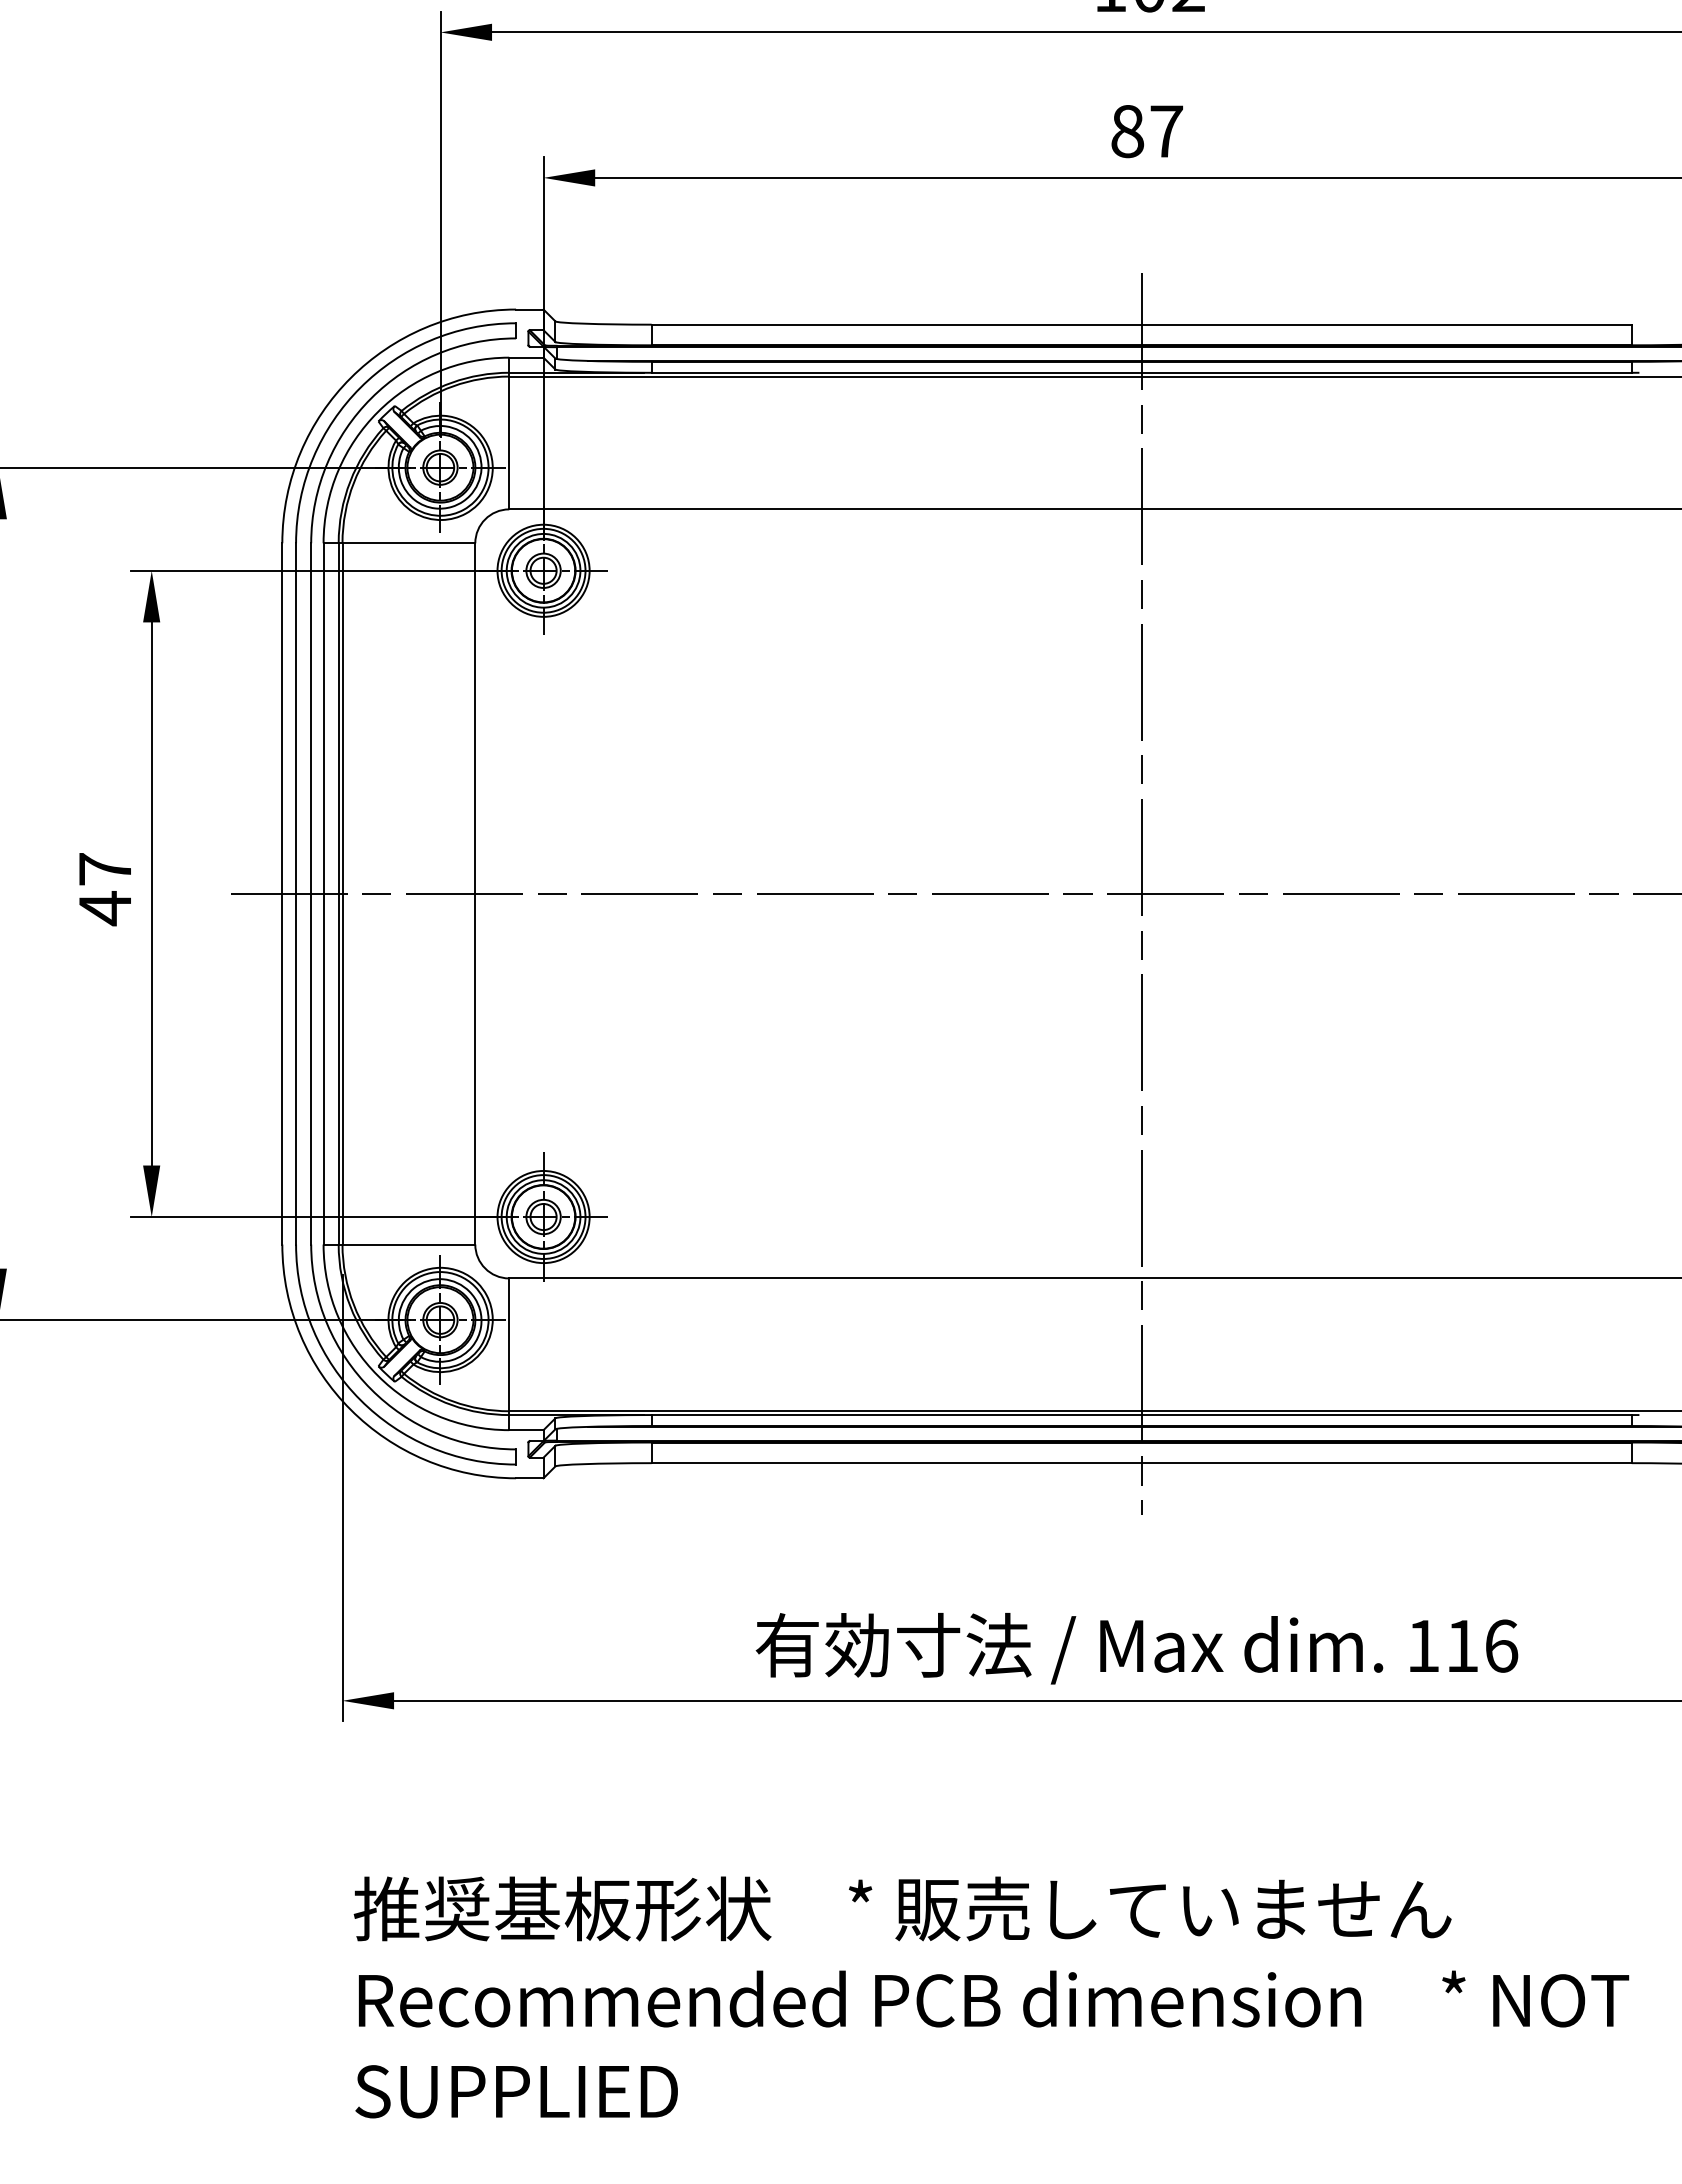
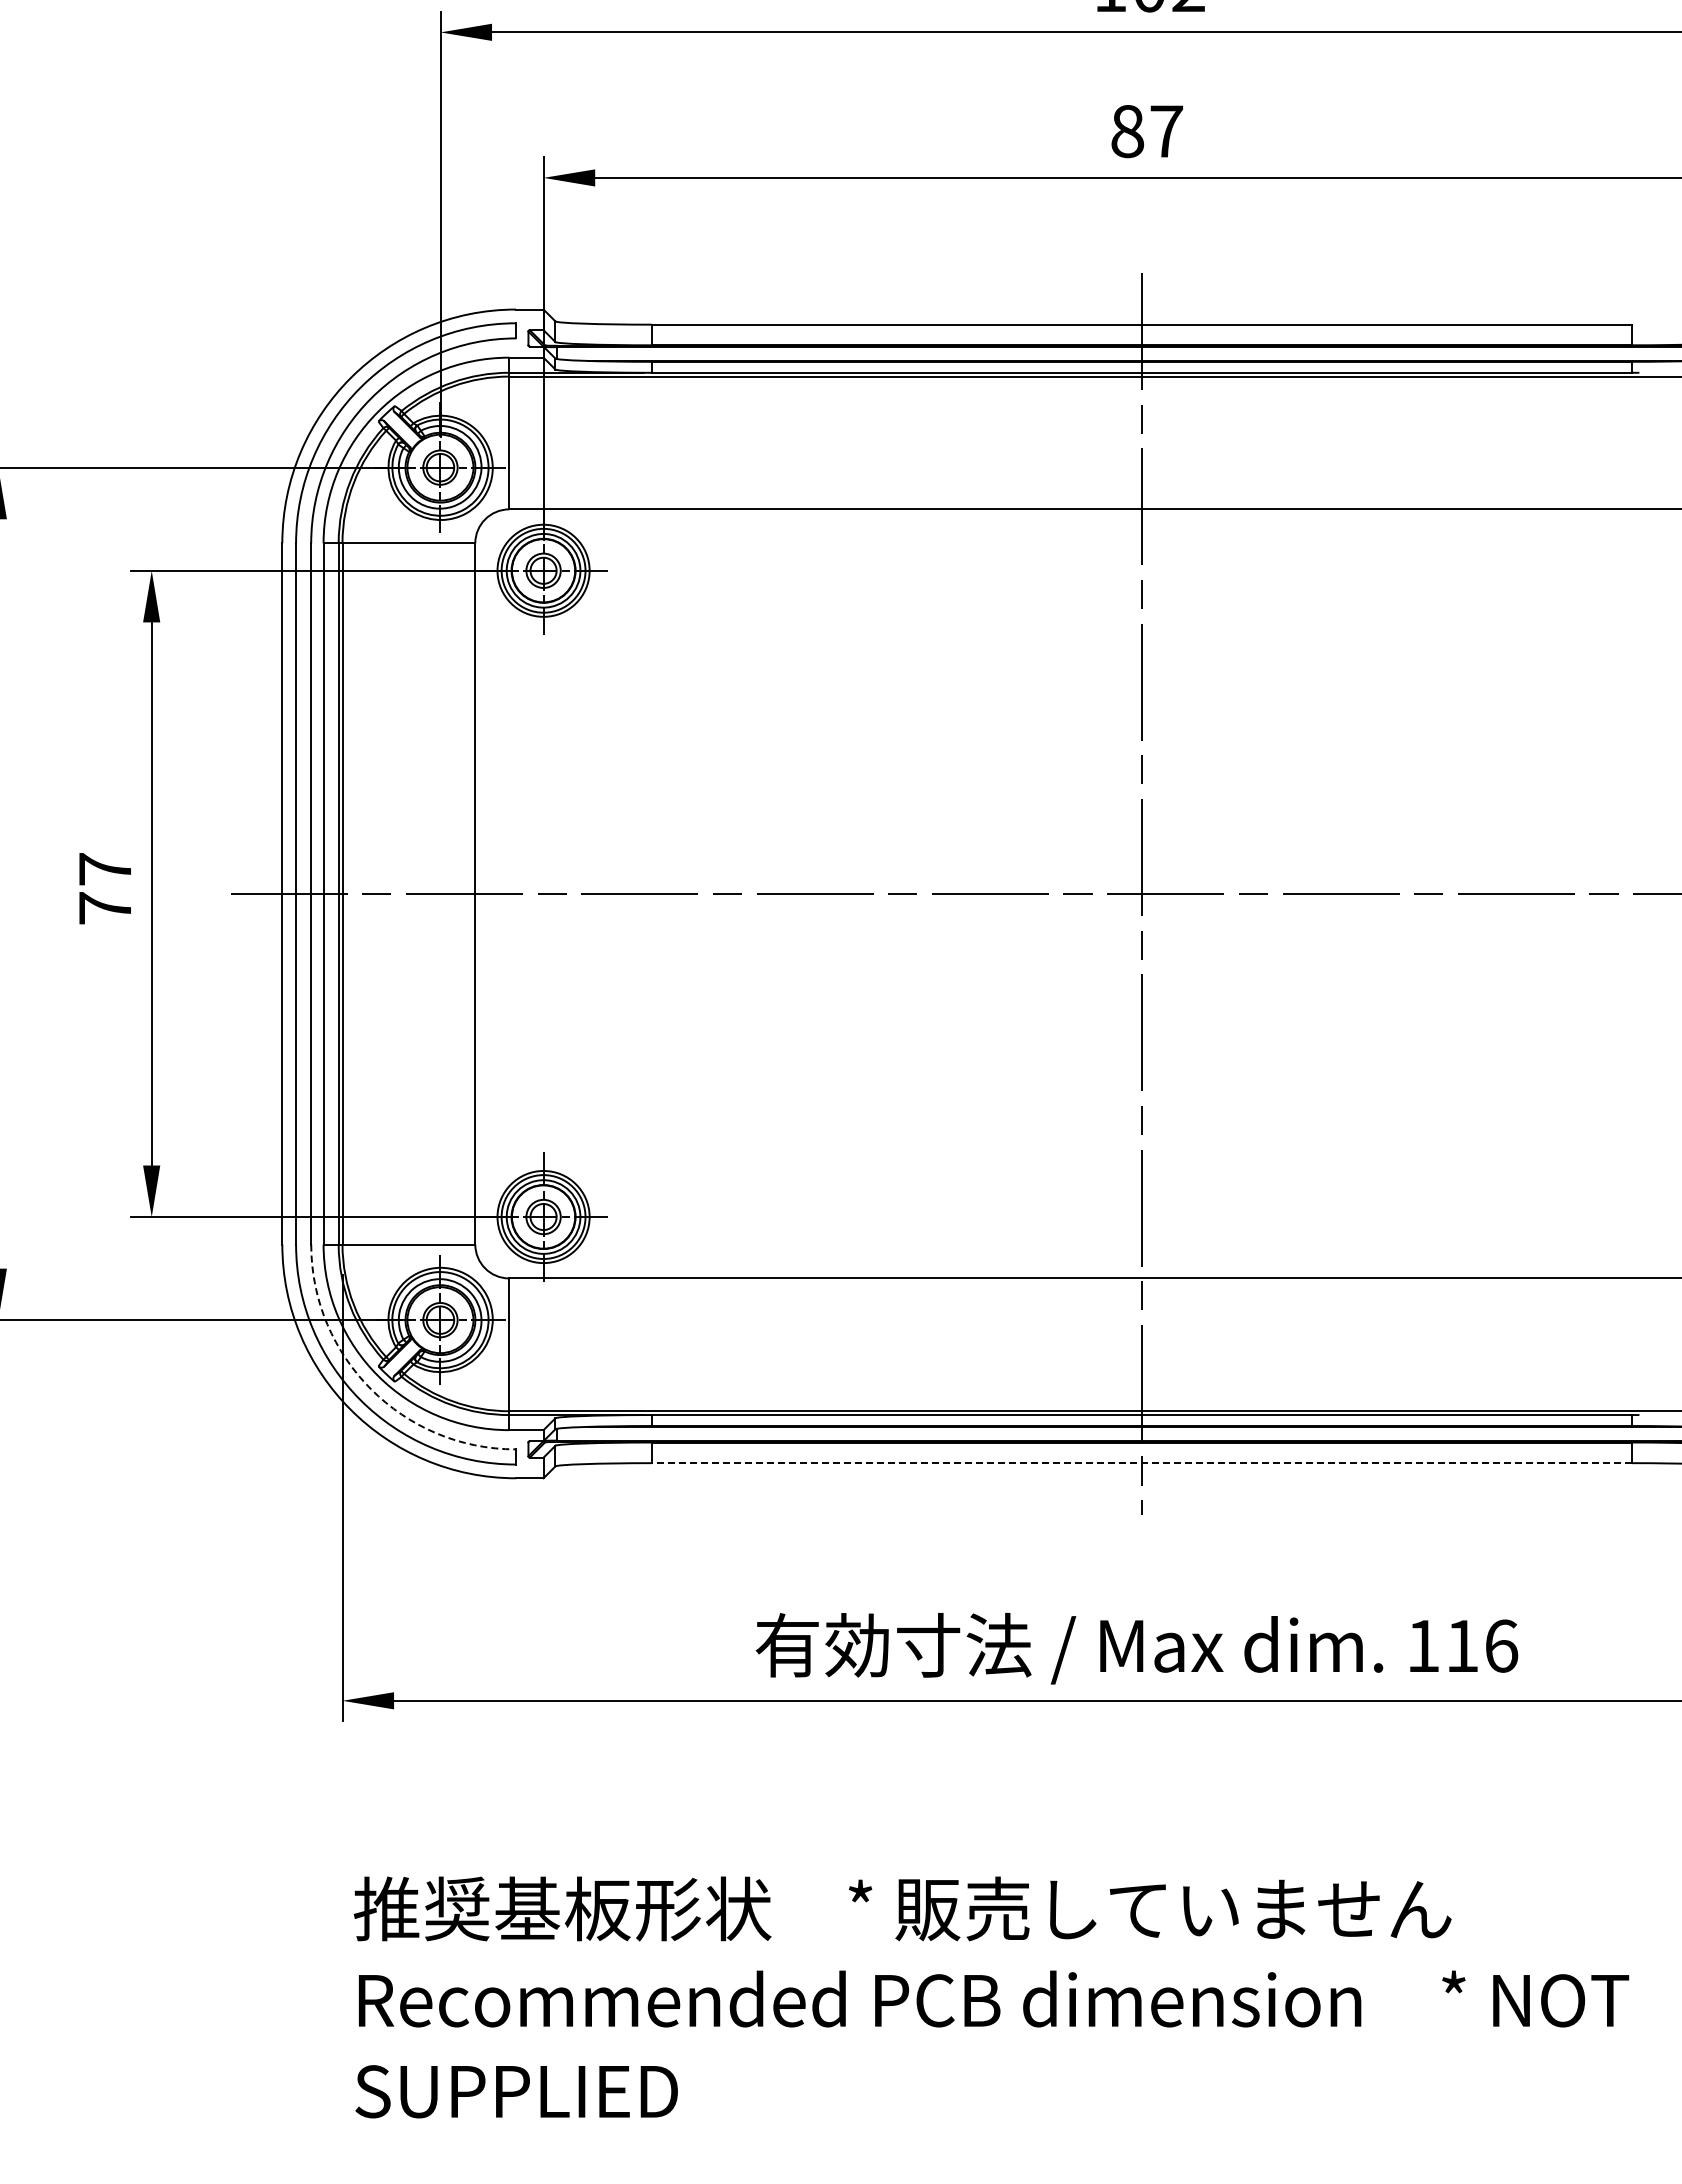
text at (104, 908): 47 -> 77
arc at (371, 1389): solid -> dashed
line at (1141, 1463): solid -> dashed
